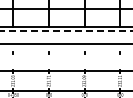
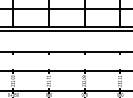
line at (66, 31): dashed -> solid
line at (65, 43) position: (65, 43) -> (65, 51)
